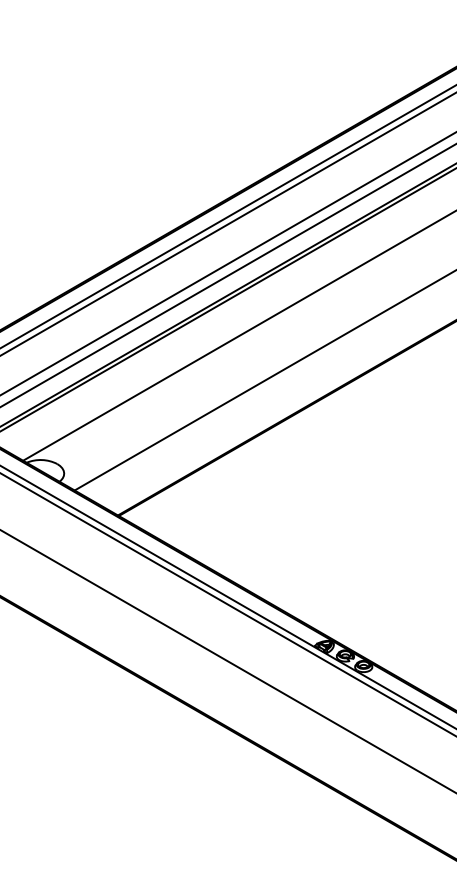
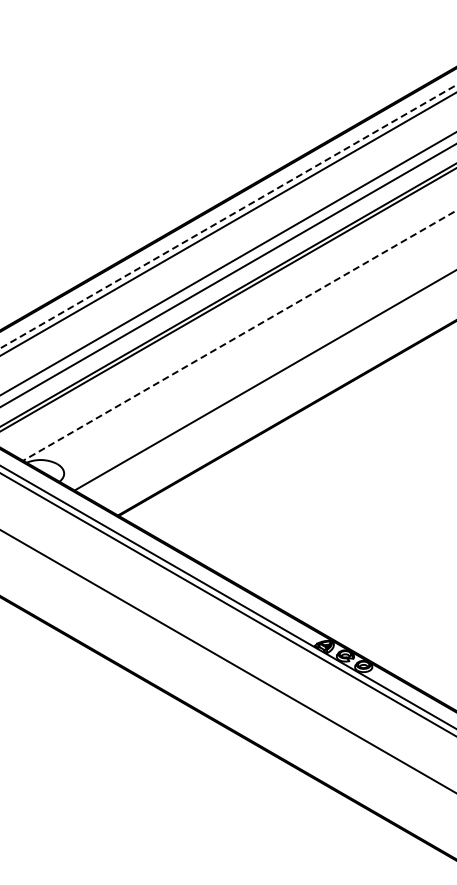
line at (228, 216): solid -> dashed
line at (239, 335): solid -> dashed
